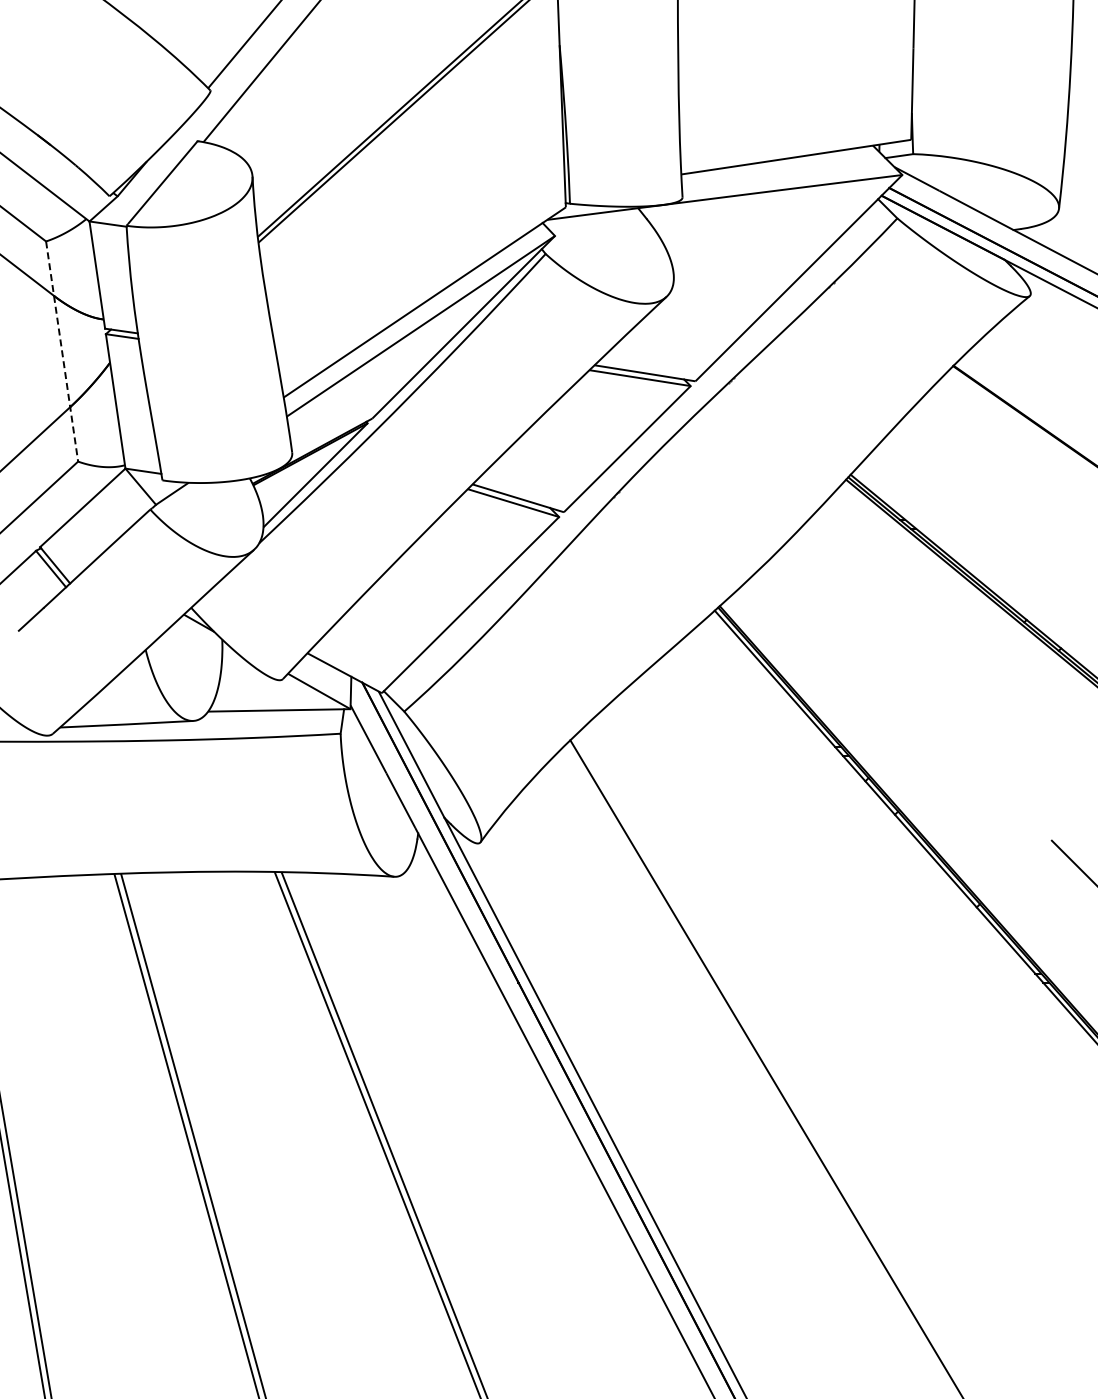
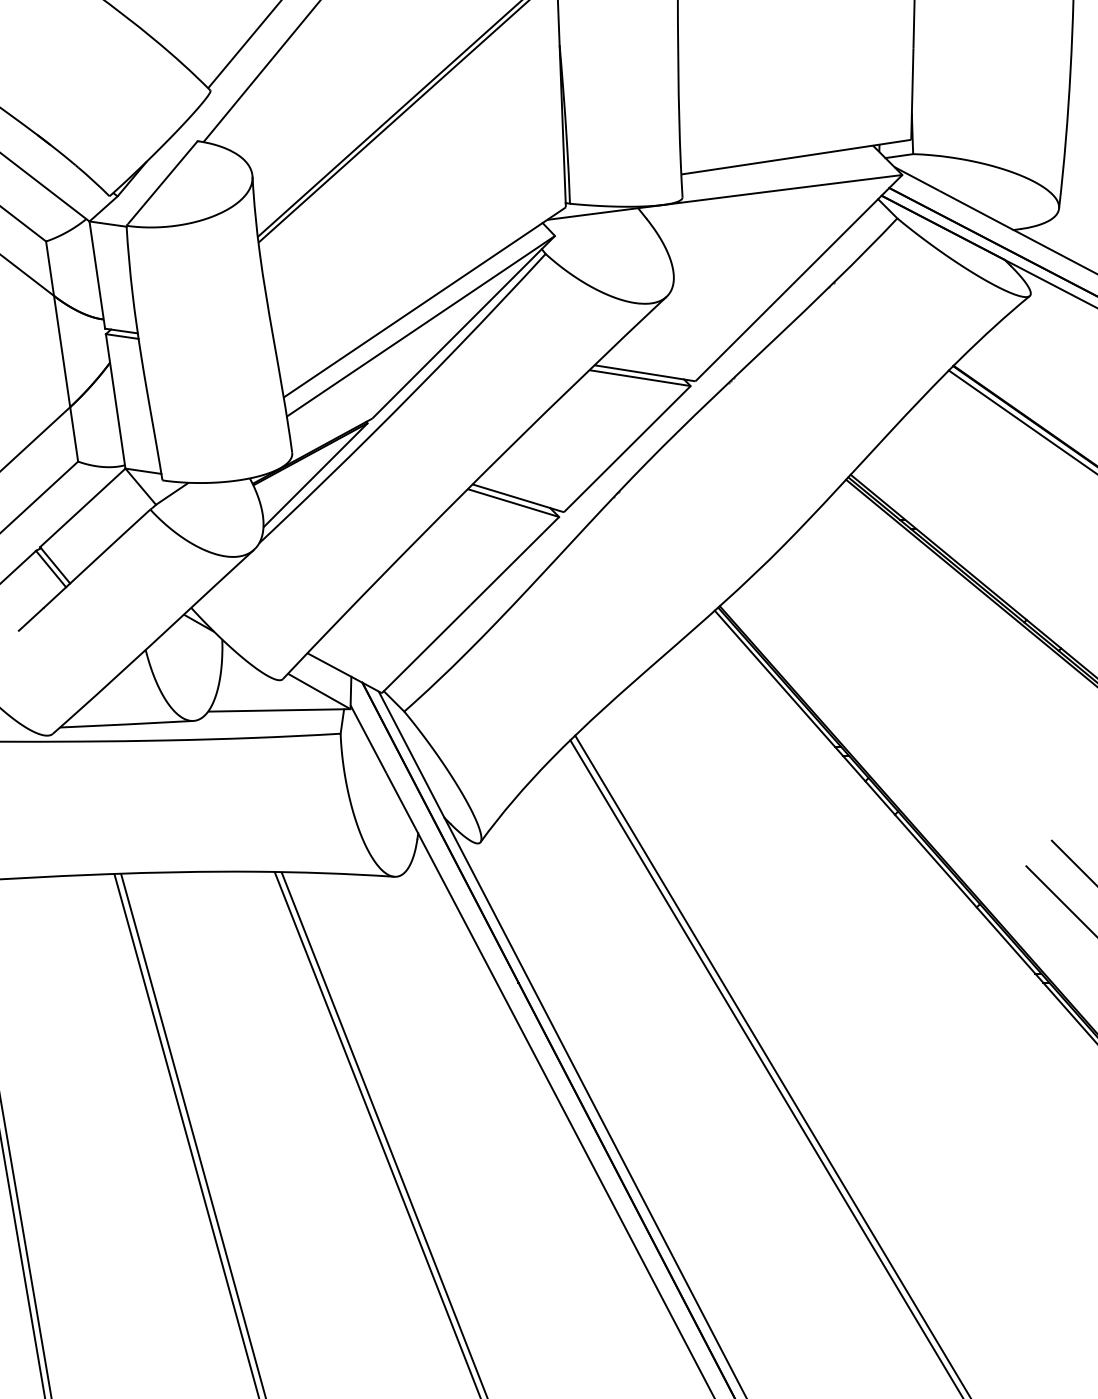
line at (62, 352): dashed -> solid
line at (1021, 421): none -> present
line at (1060, 900): none -> present
line at (772, 1065): none -> present
